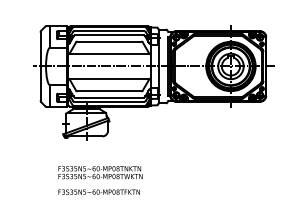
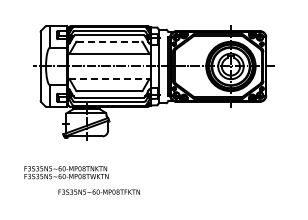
line at (109, 41): solid -> dashed
line at (109, 79): solid -> dashed
text at (100, 172) position: (100, 172) -> (66, 172)
